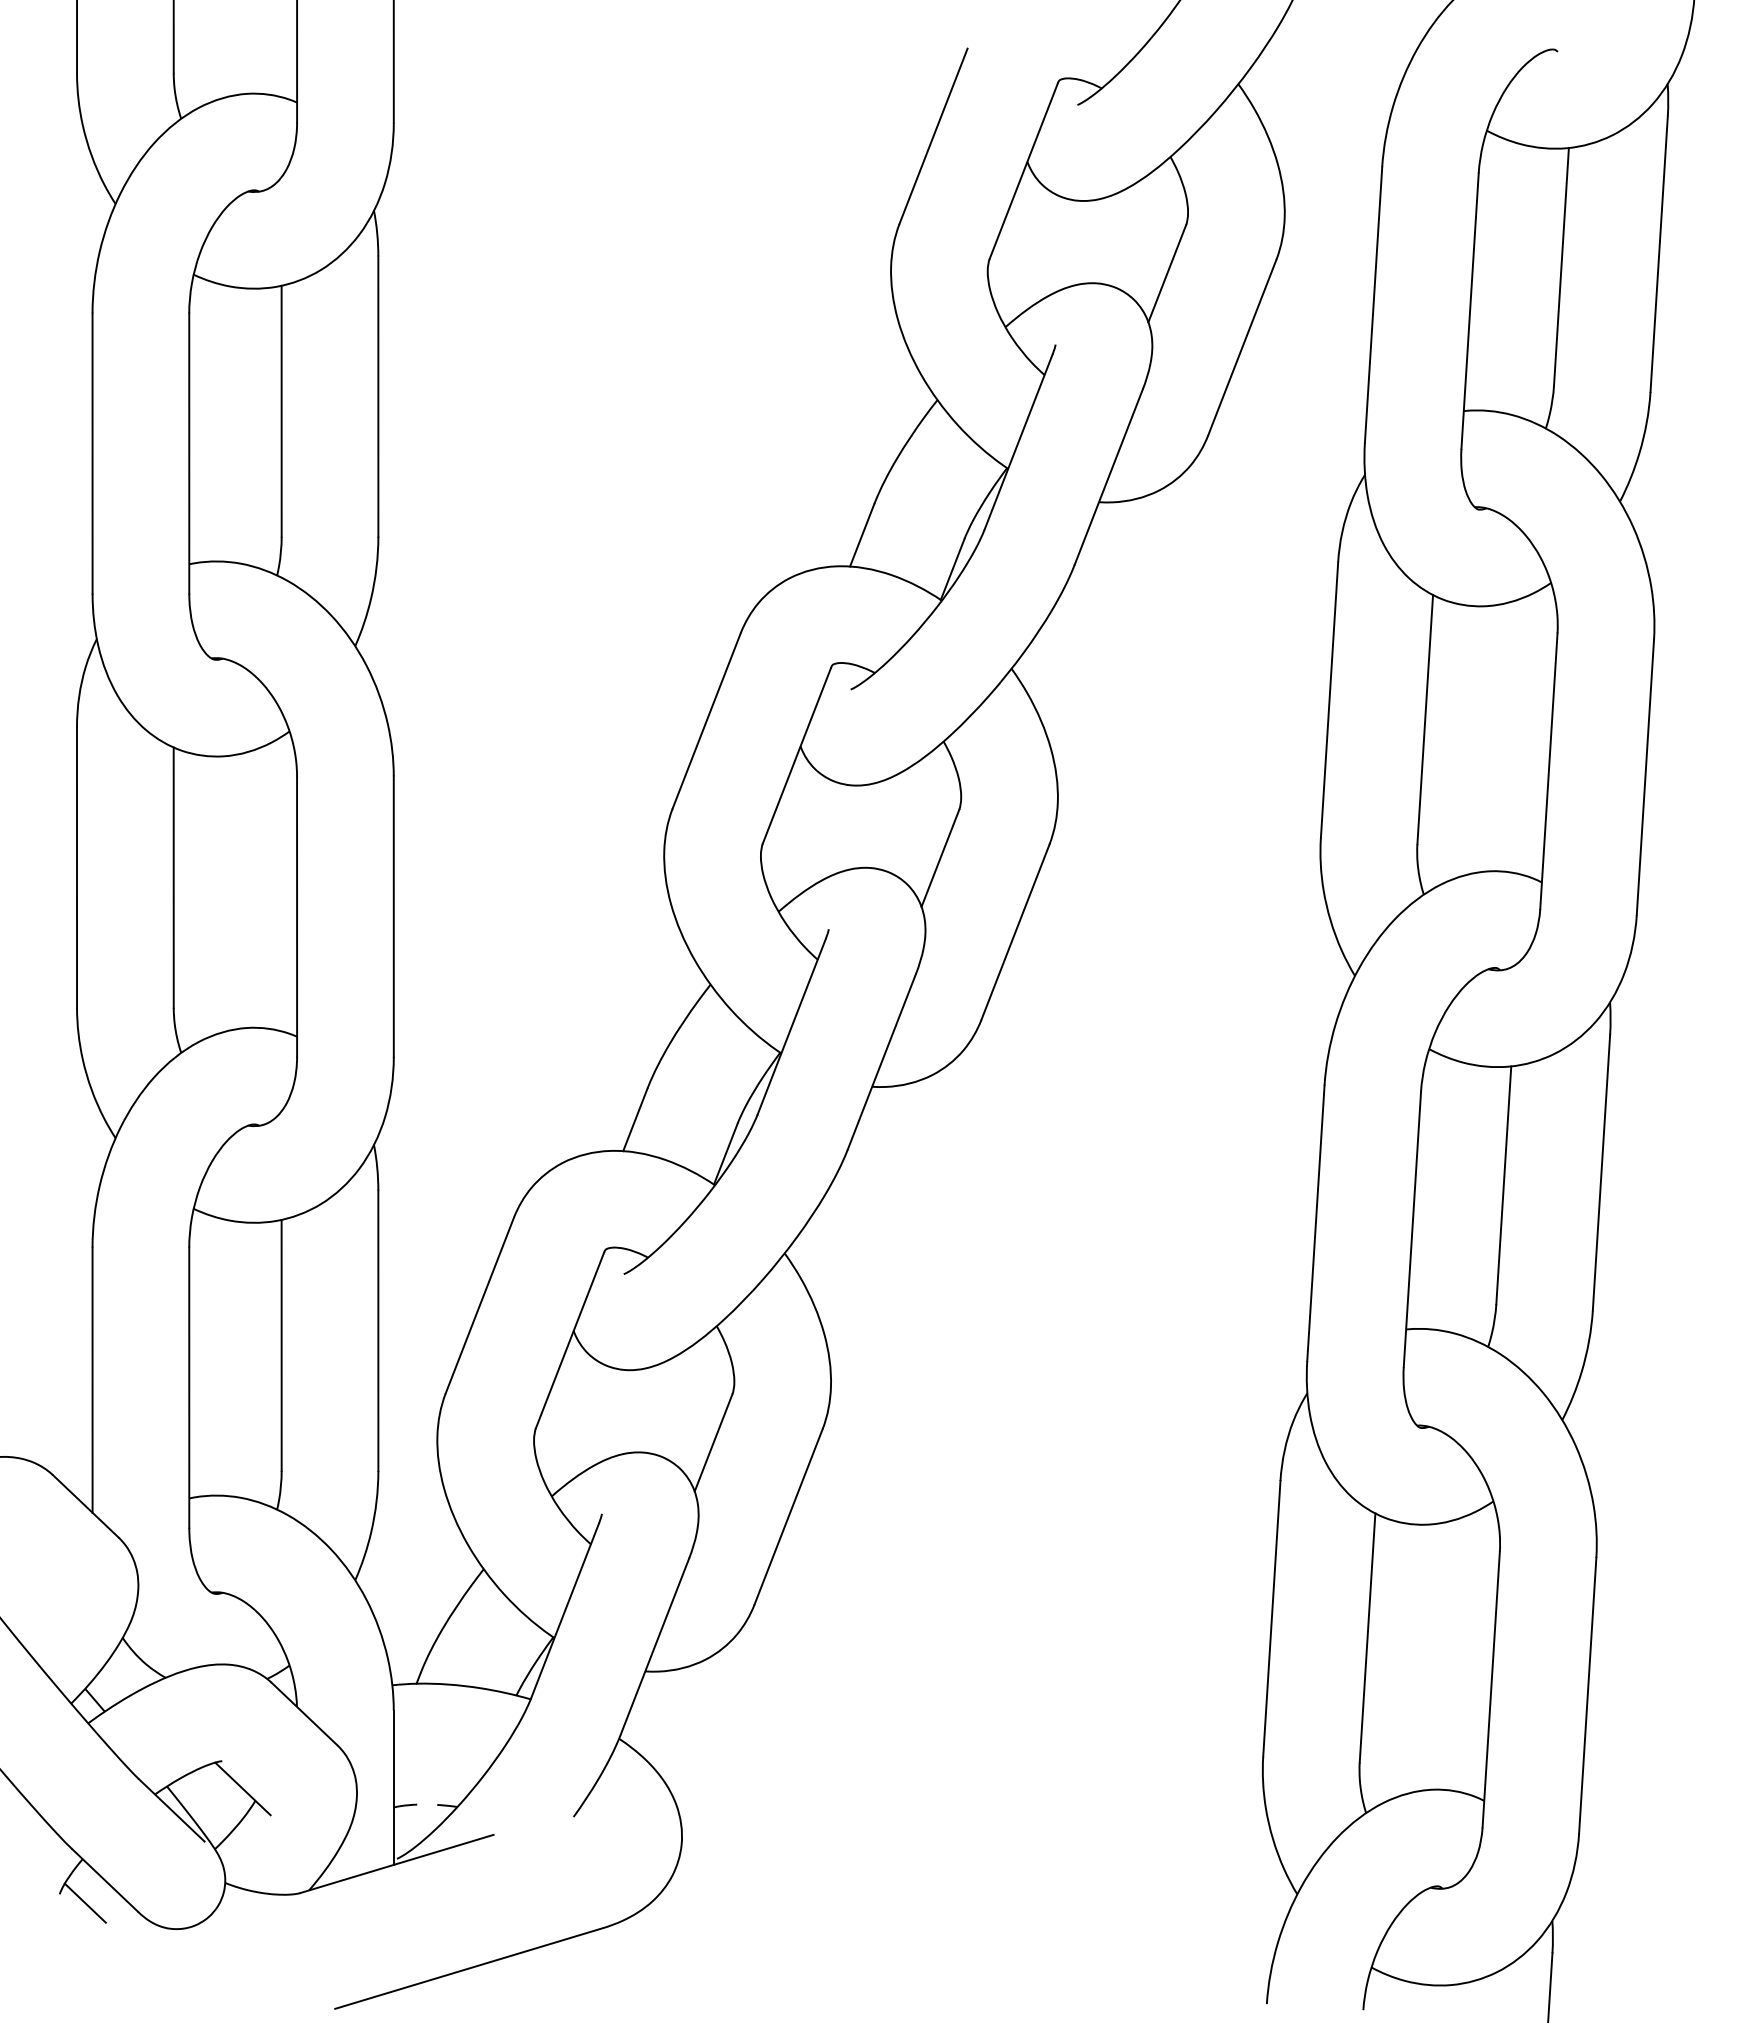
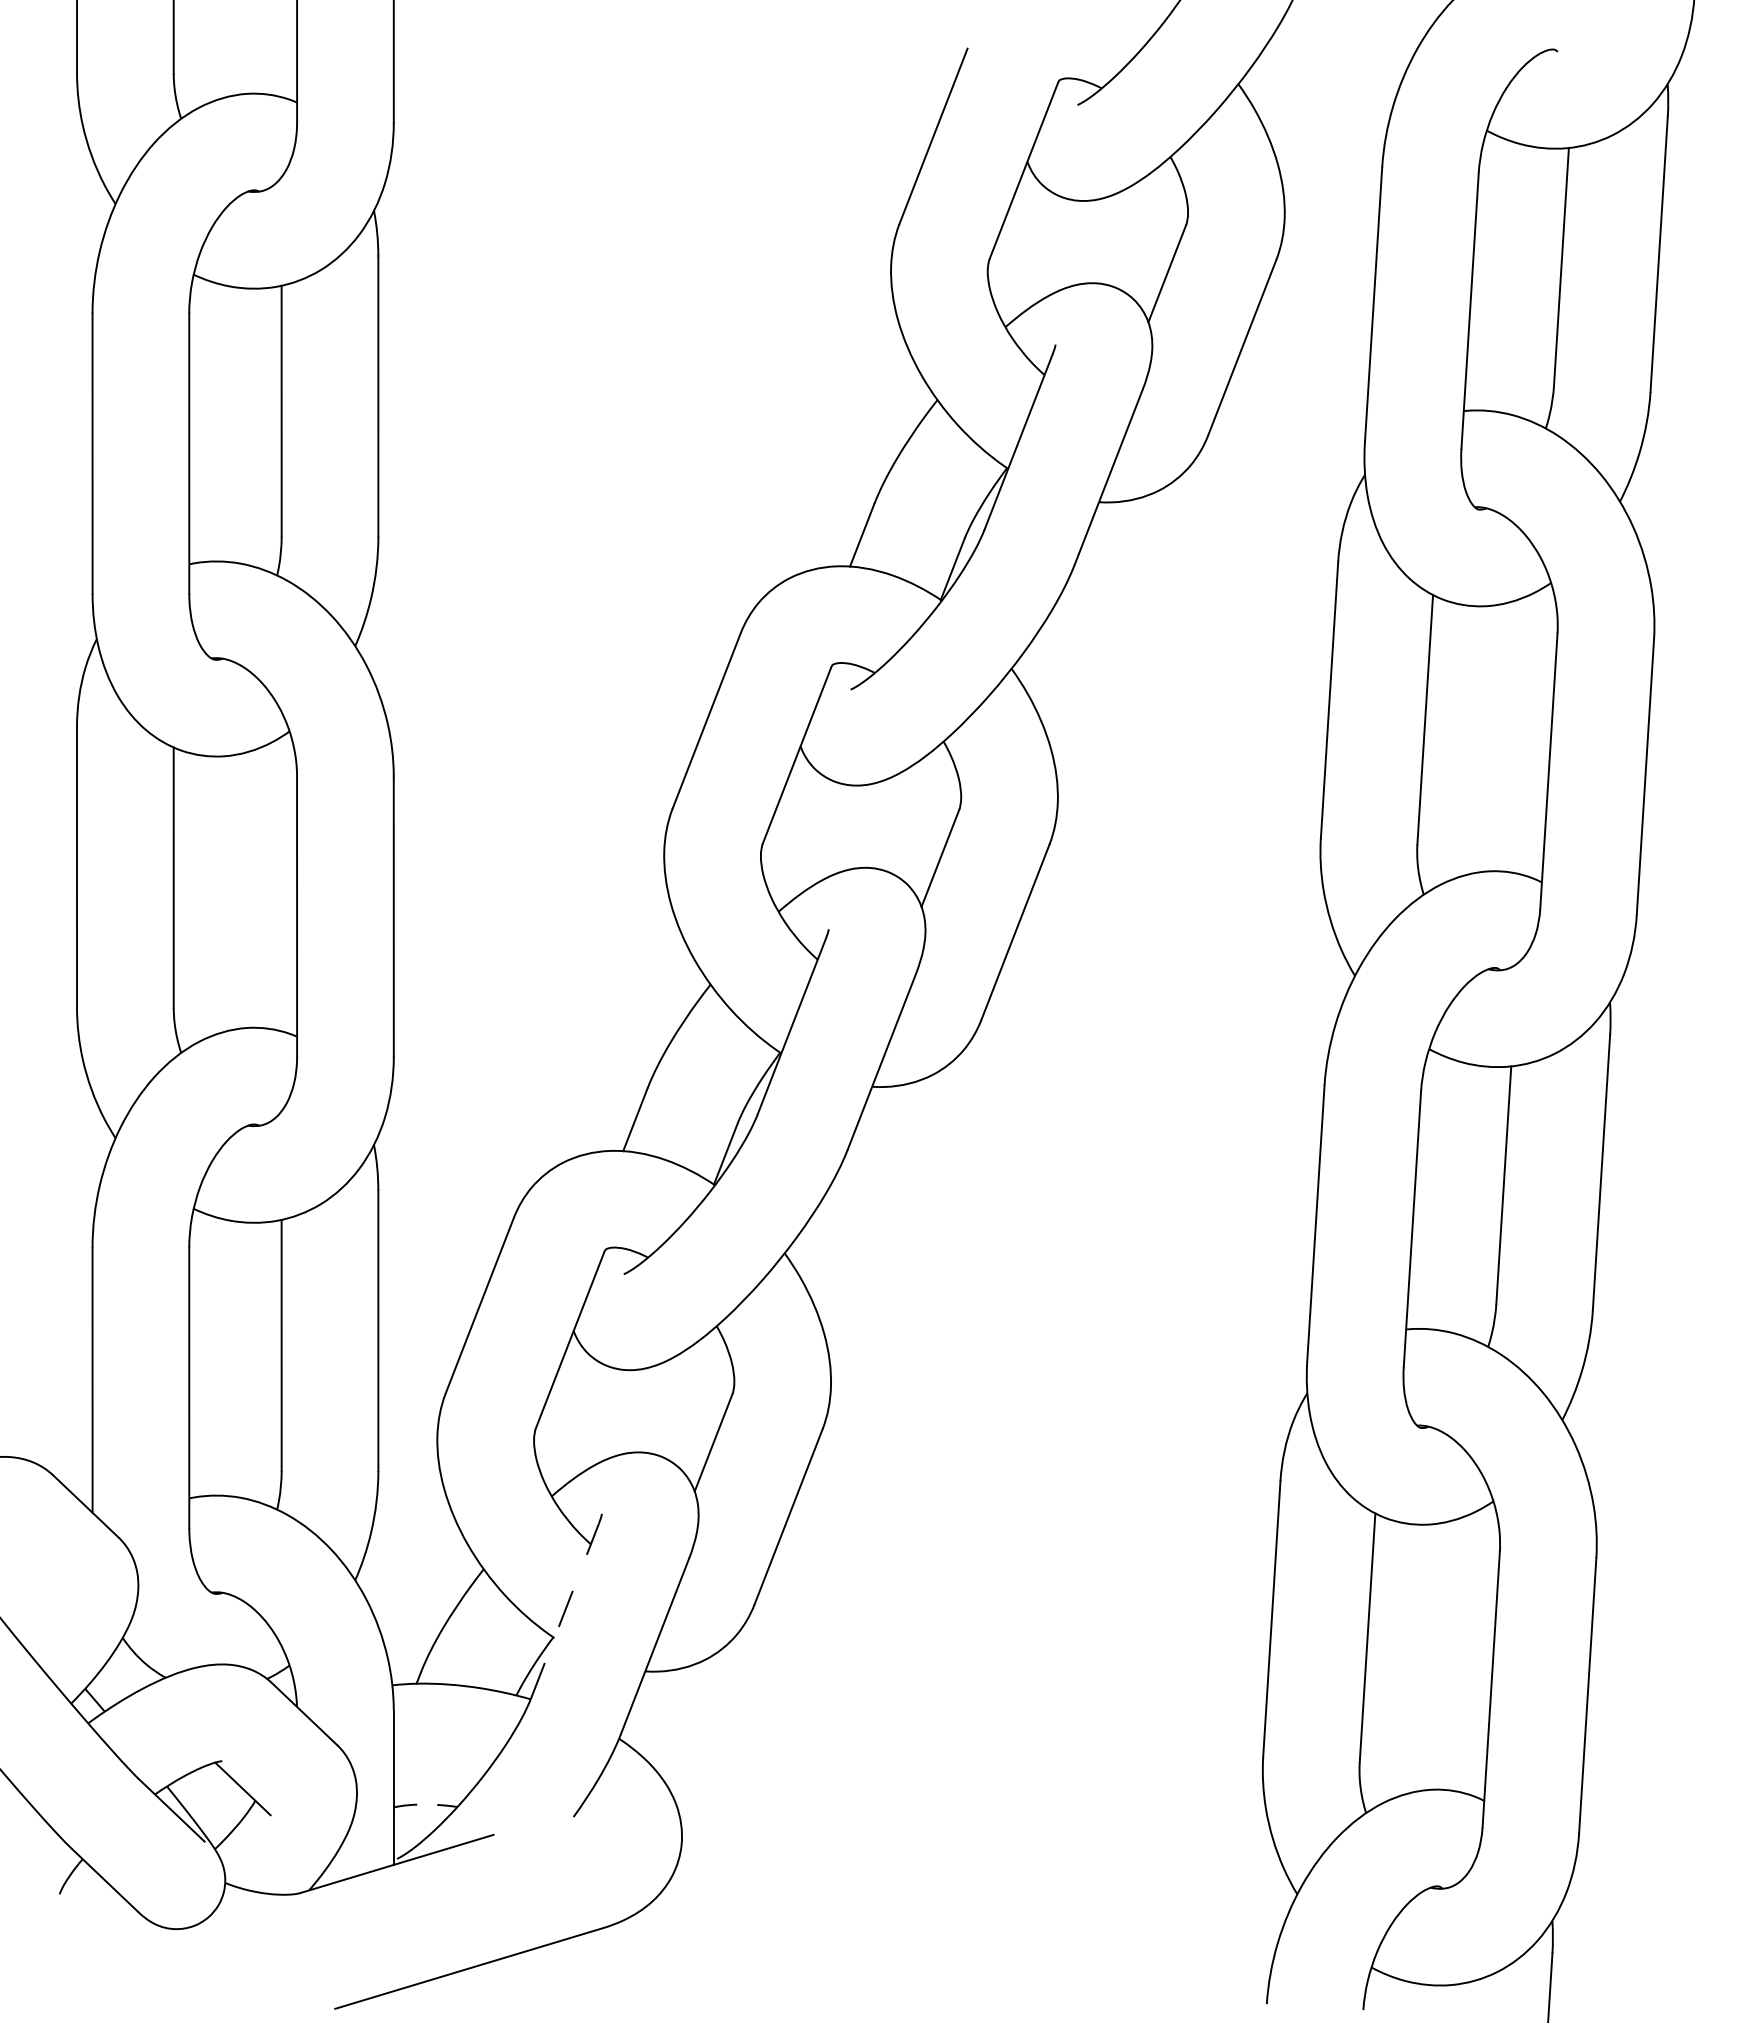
line at (565, 1610): solid -> dashed
line at (84, 1902): present -> none
